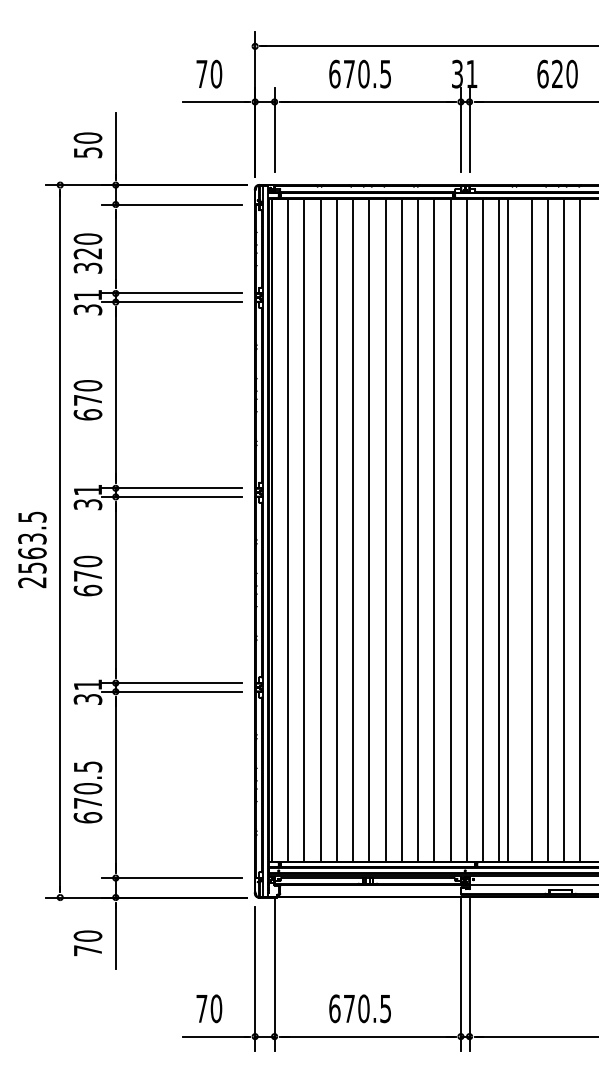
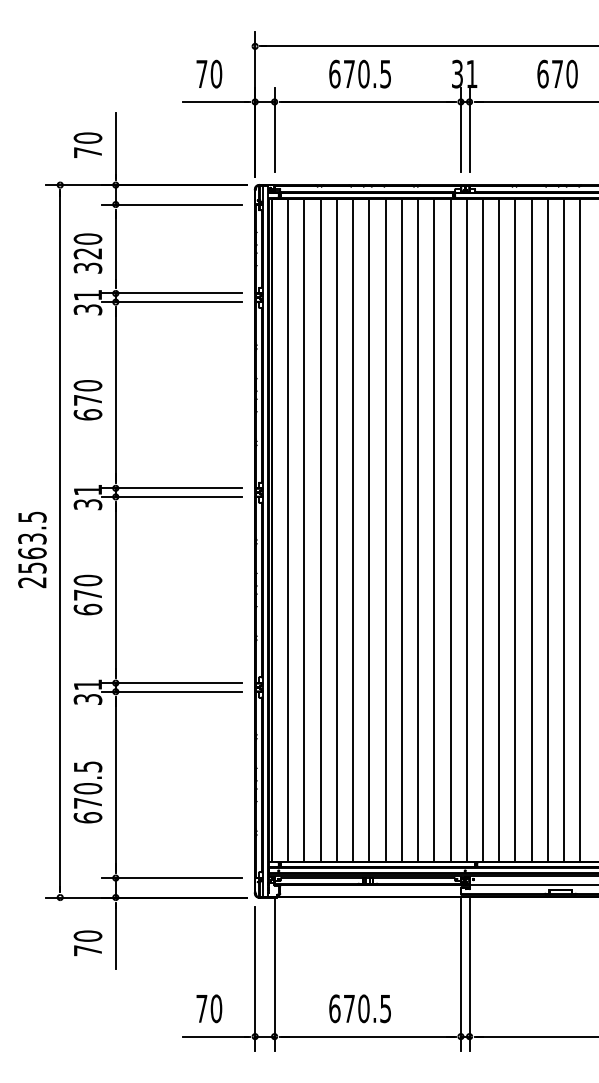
text at (557, 73): 620 -> 670
text at (88, 152): 50 -> 70
line at (508, 529) position: (508, 529) -> (515, 529)
text at (87, 575) position: (87, 575) -> (87, 594)
